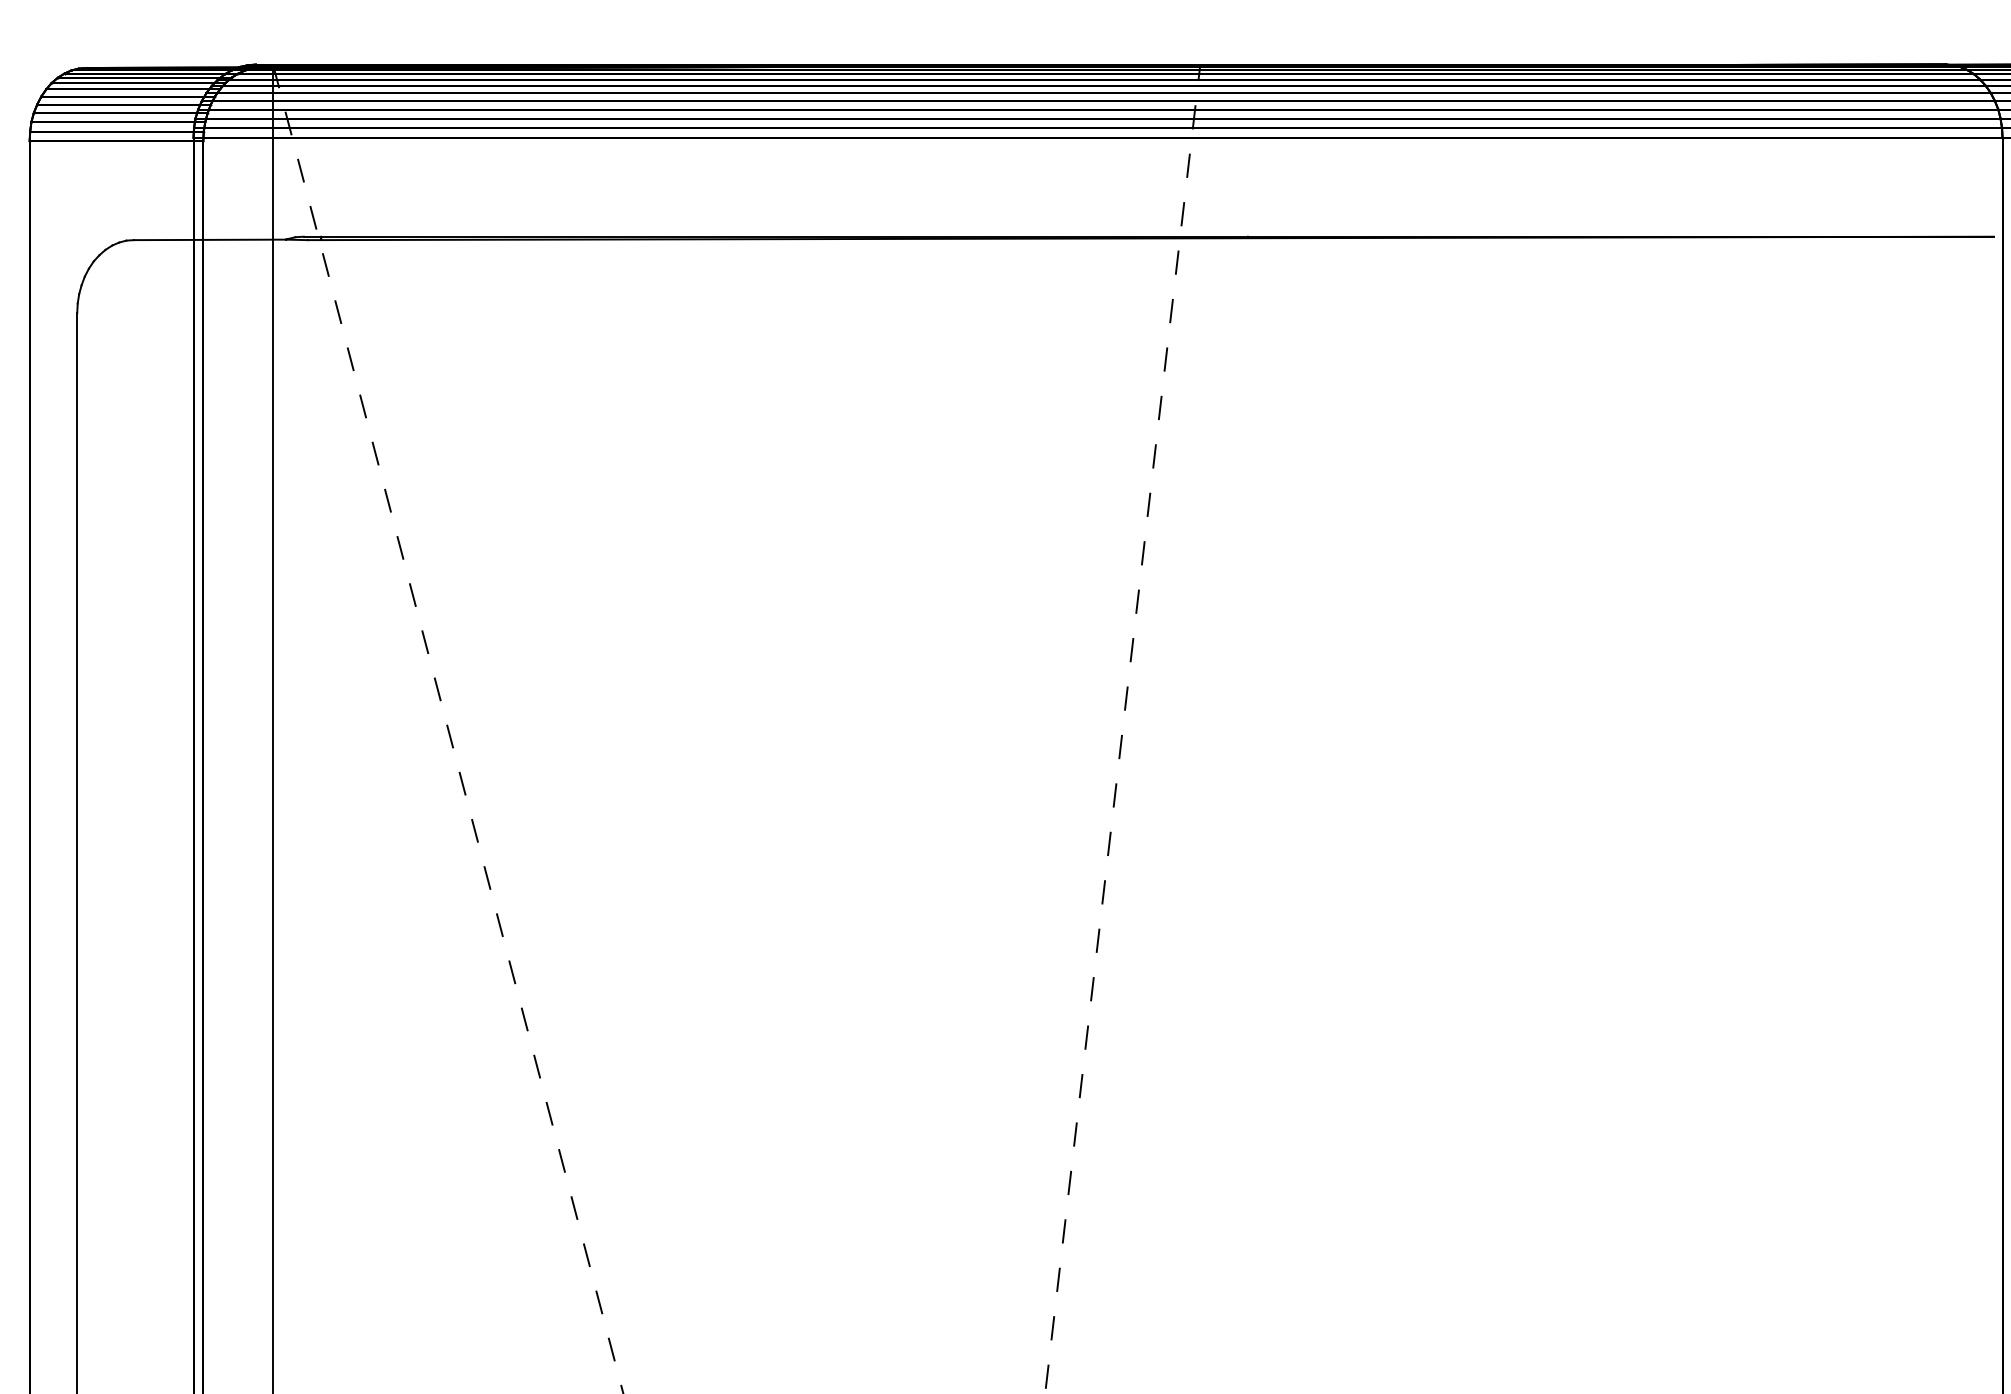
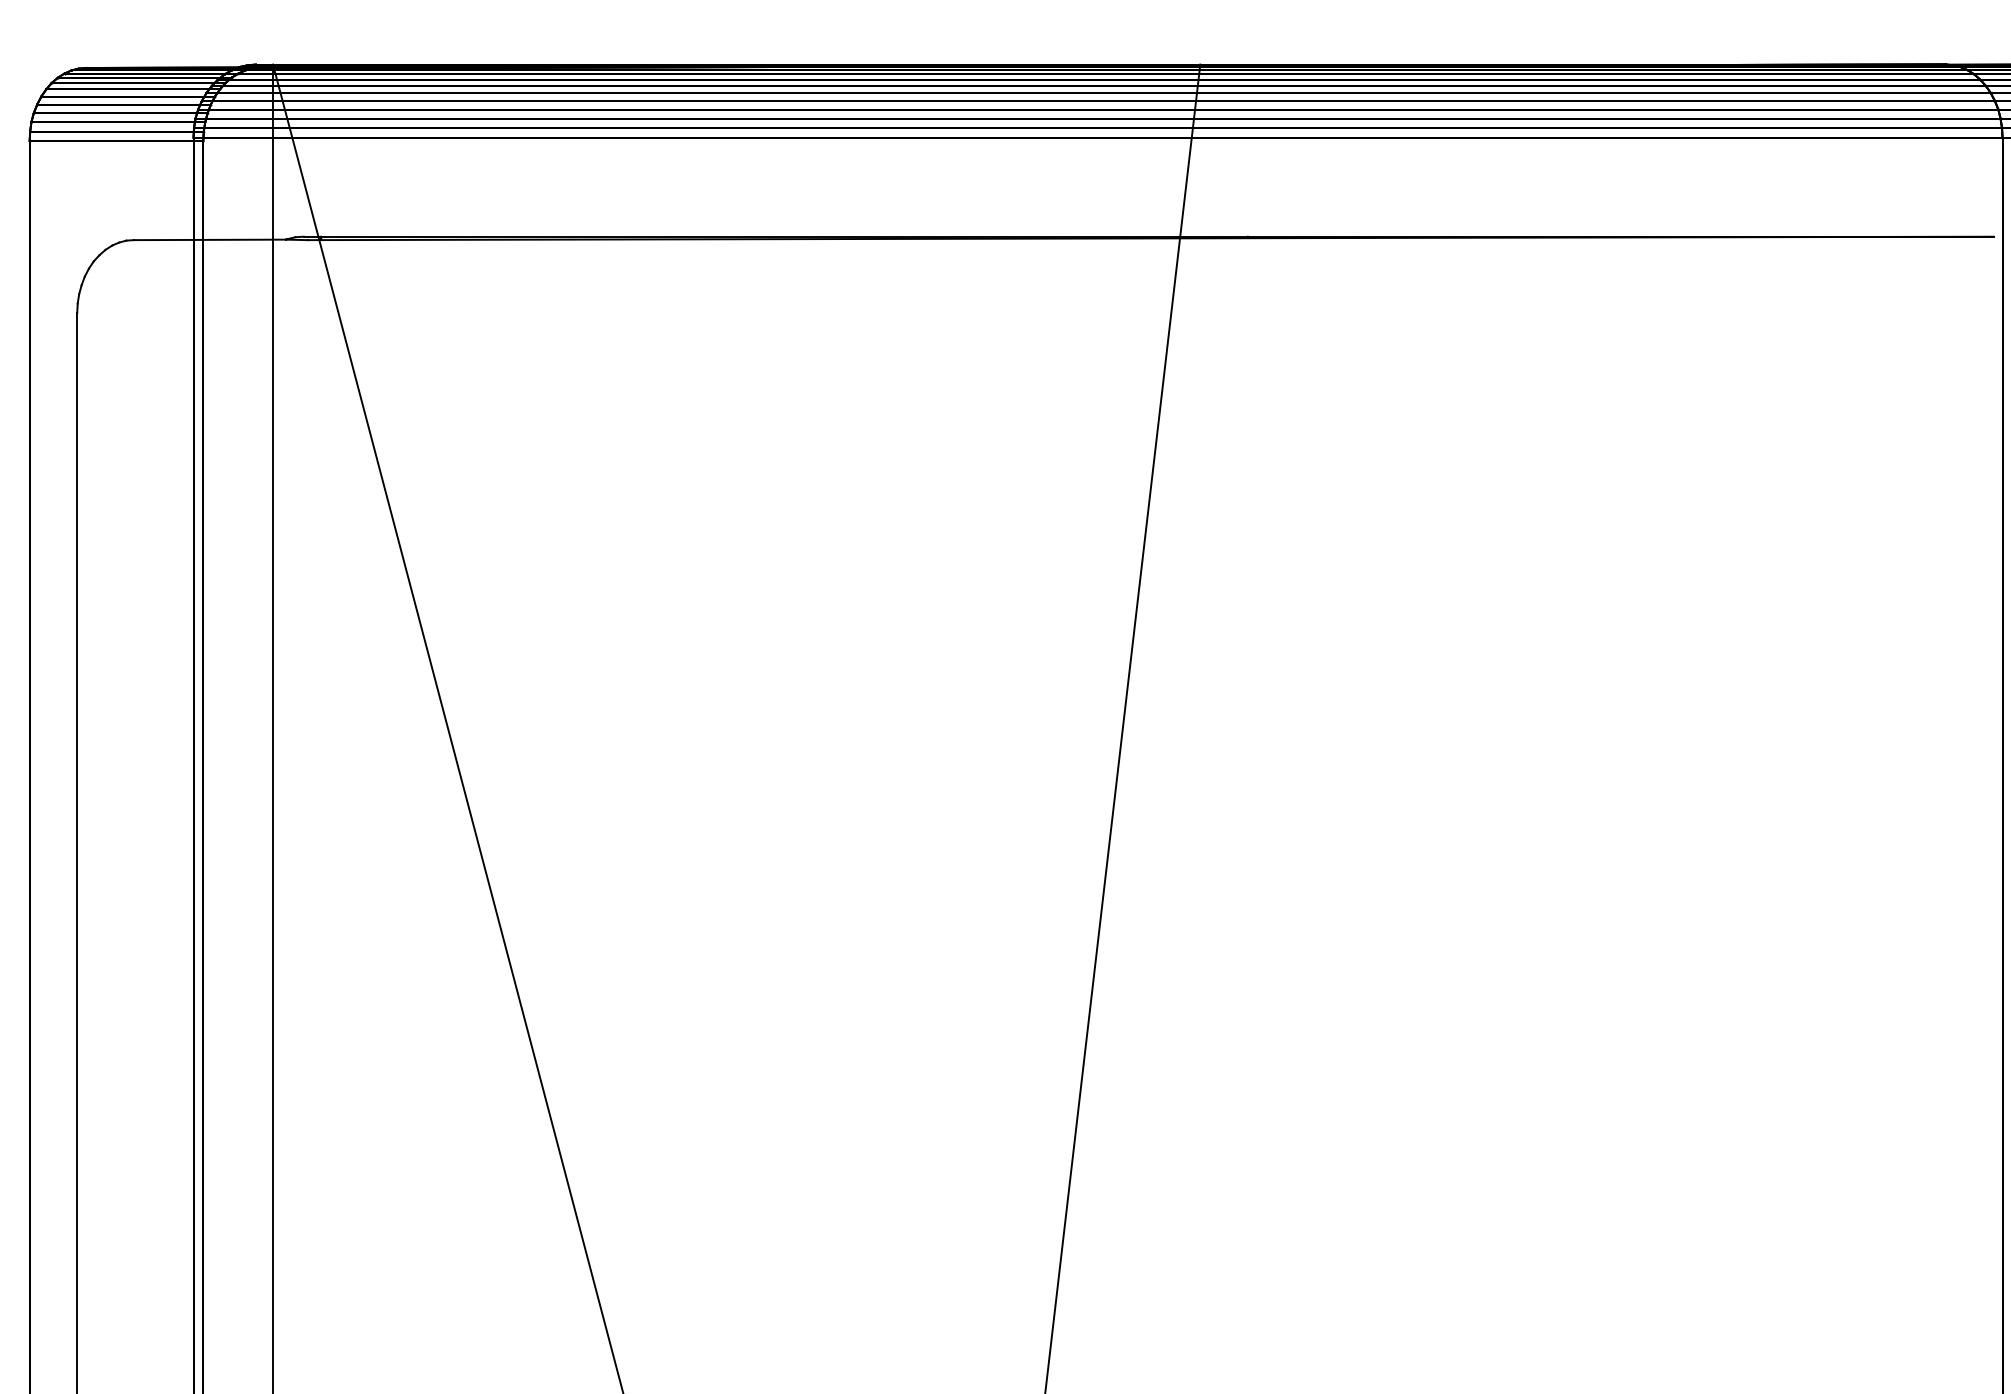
line at (448, 729): dashed -> solid
line at (1122, 729): dashed -> solid
